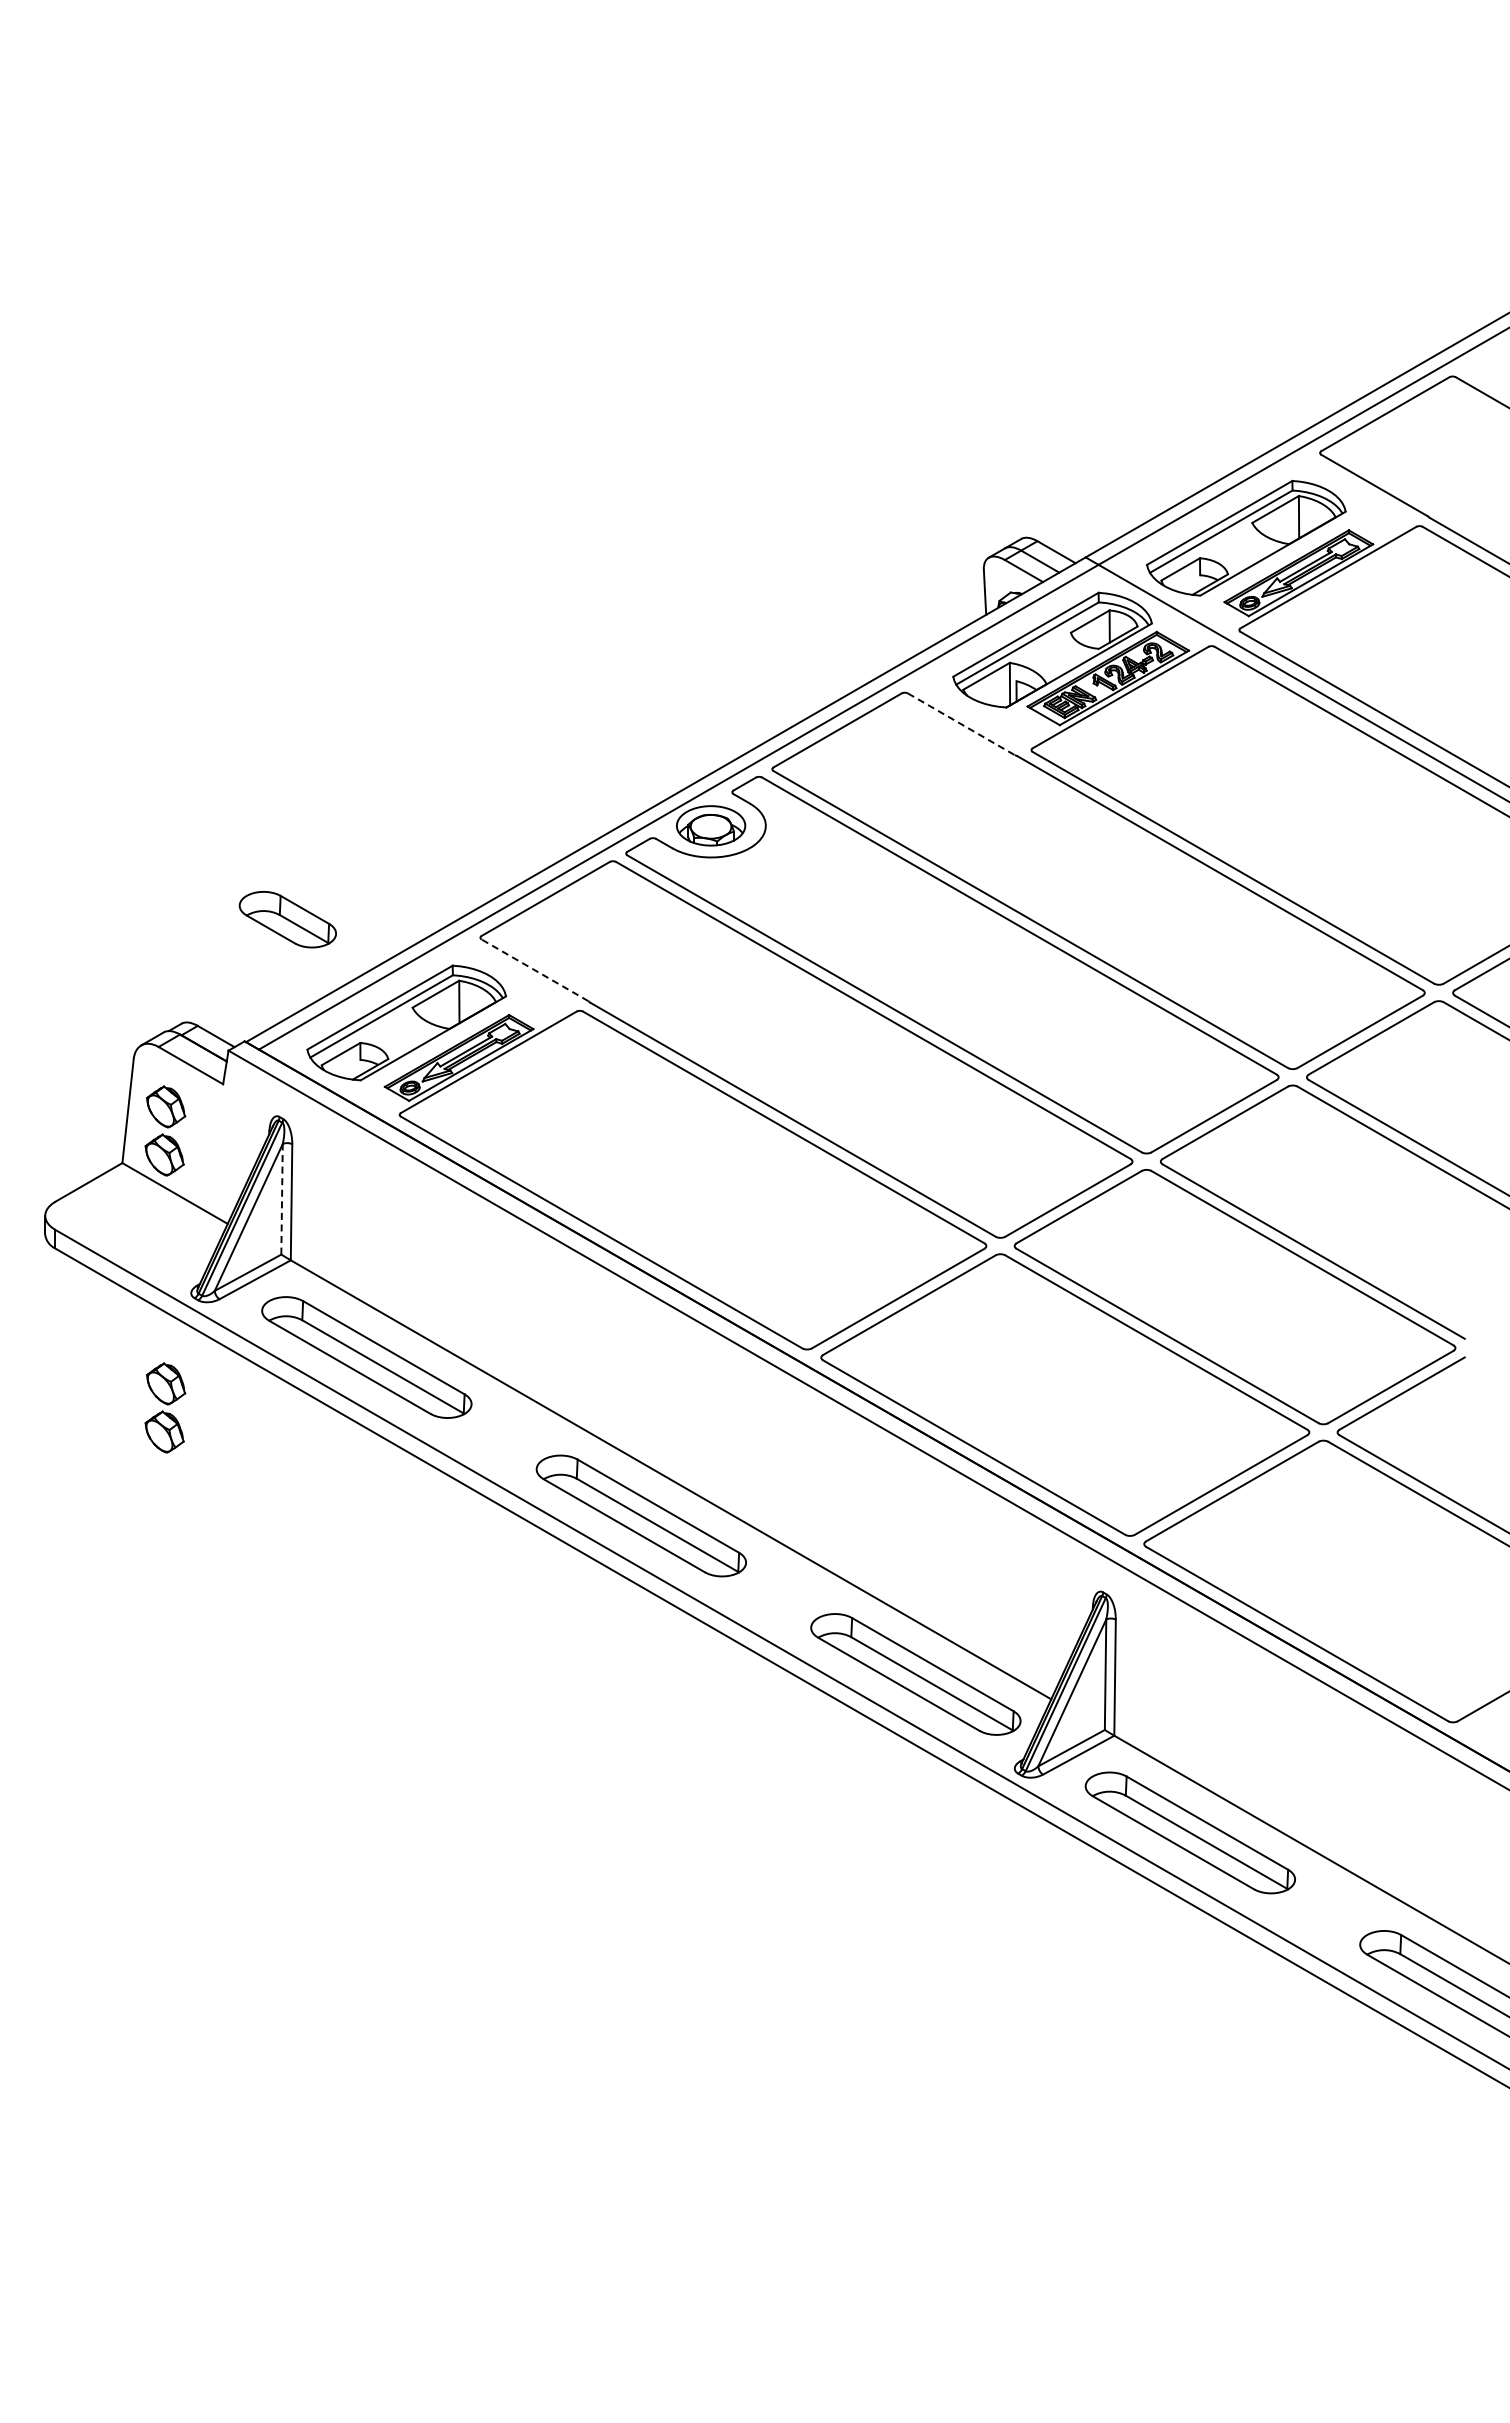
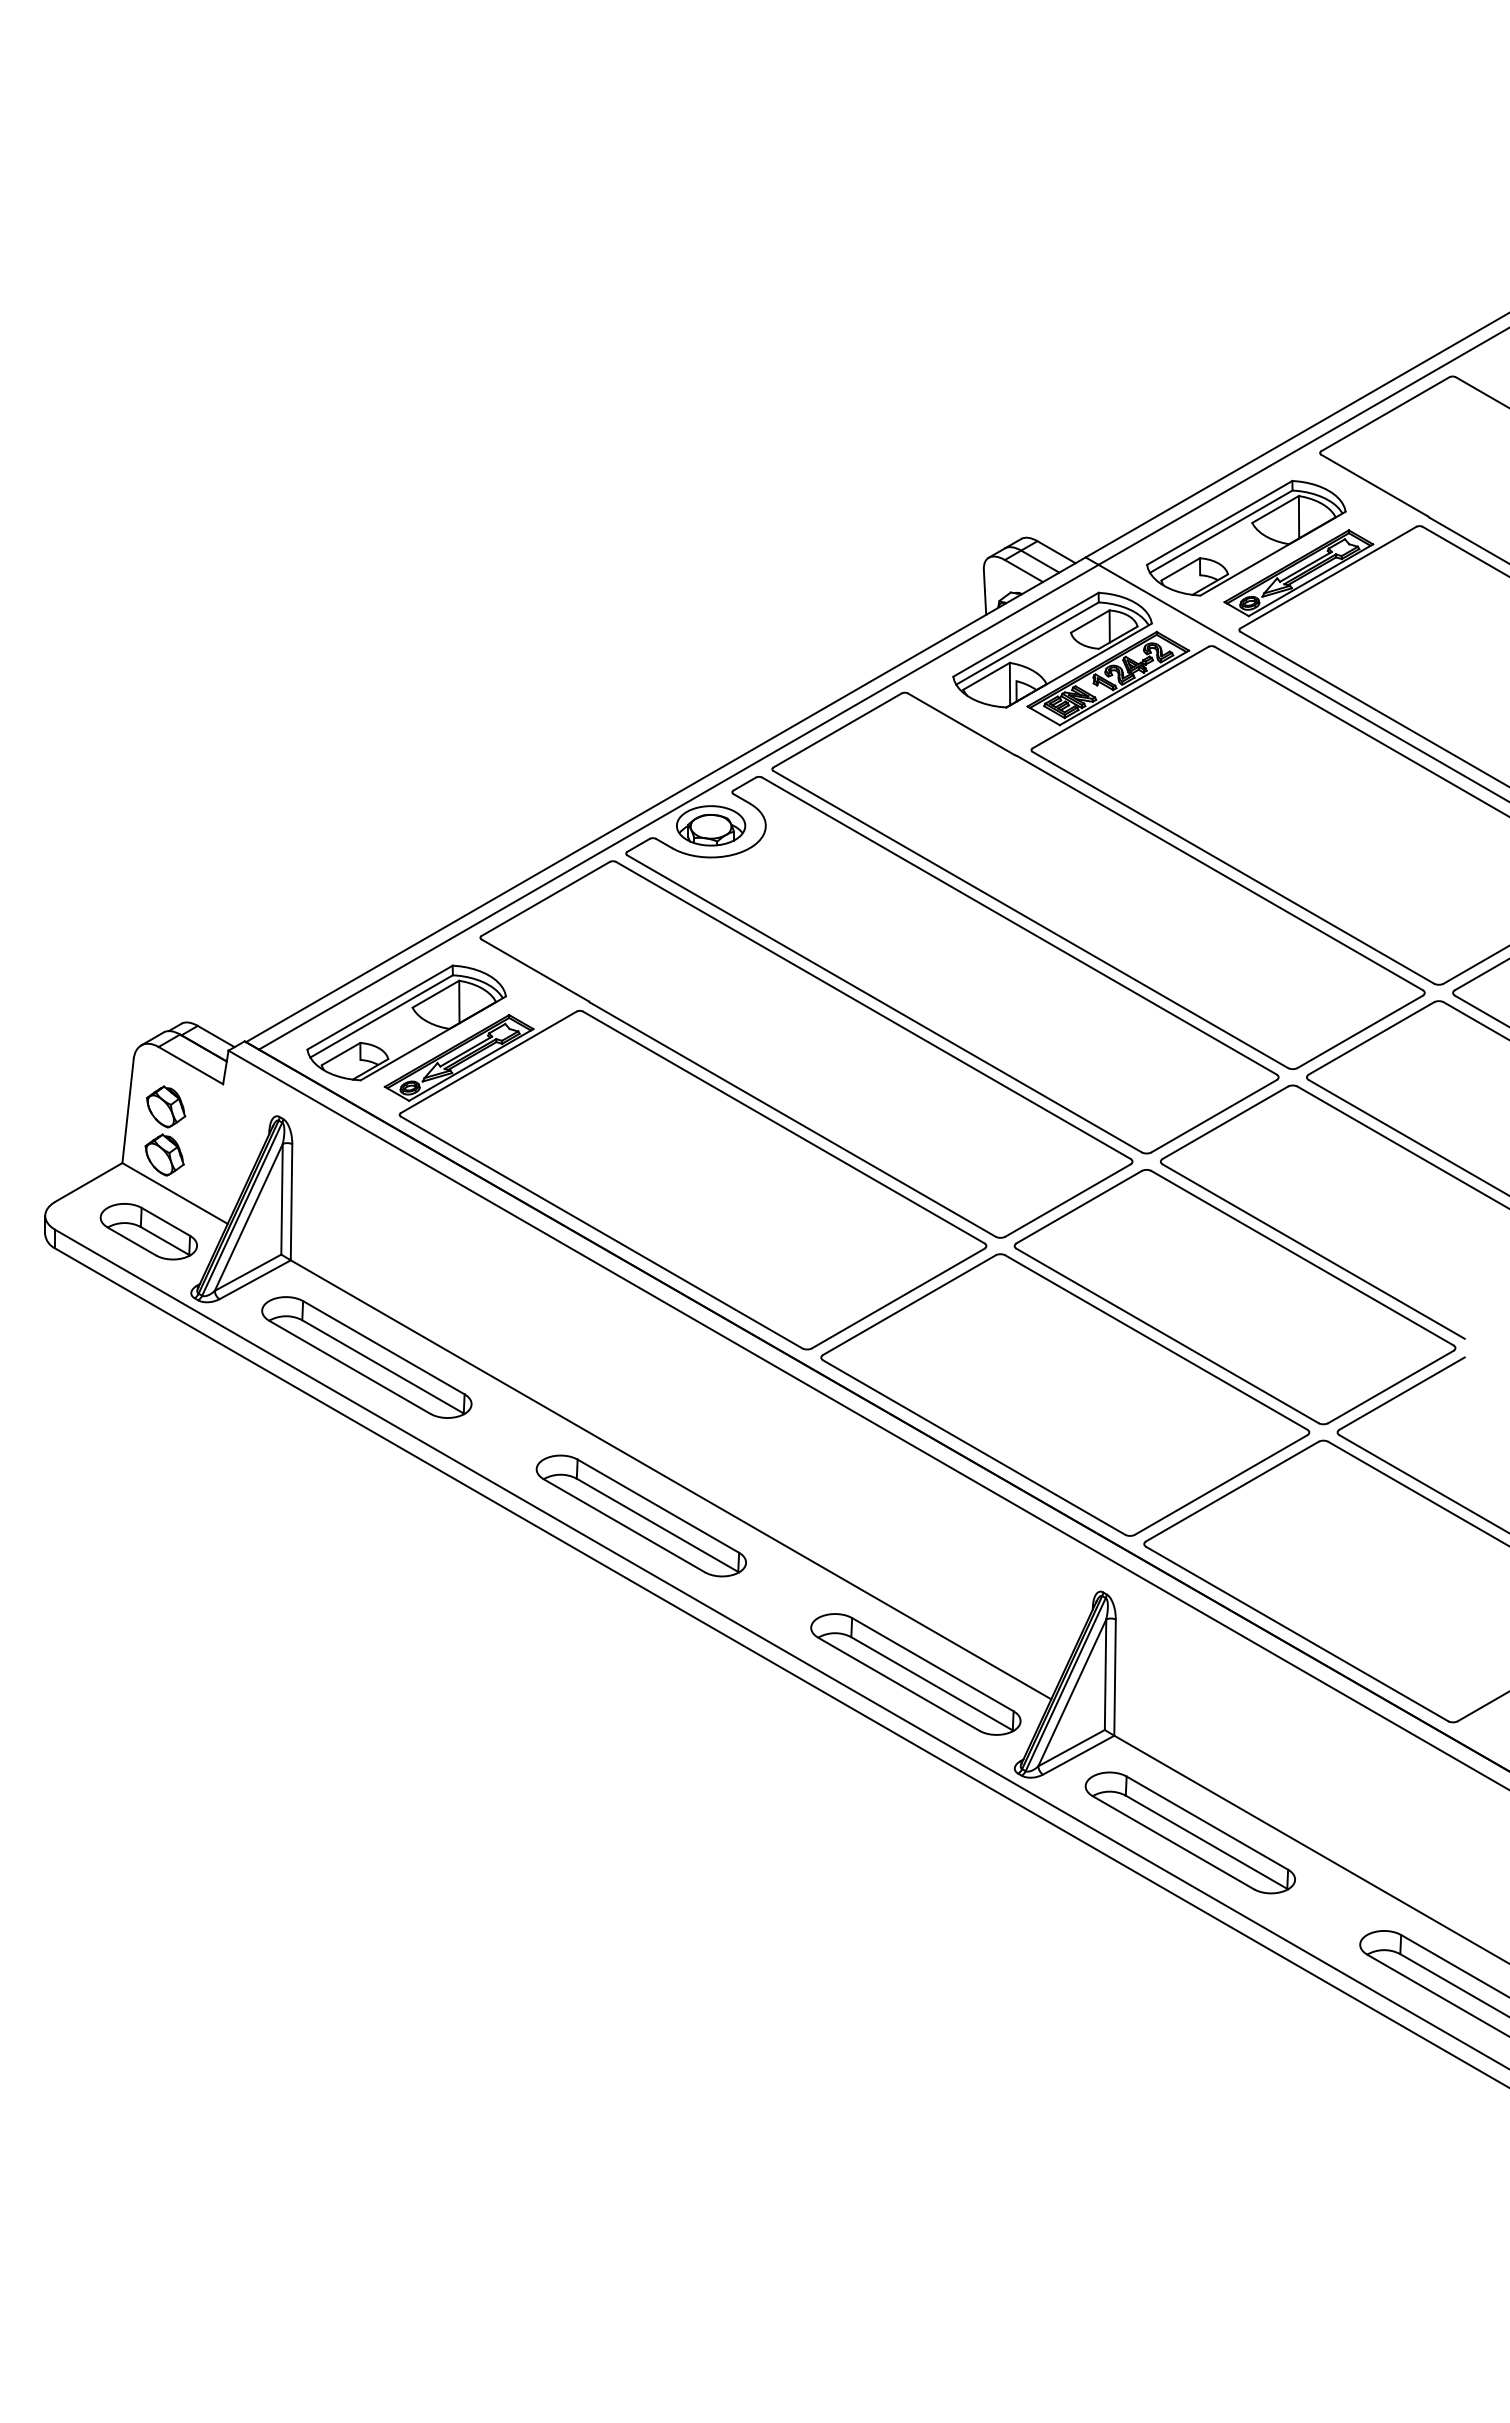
line at (961, 724): dashed -> solid
part at (287, 919) position: (287, 919) -> (148, 1231)
line at (535, 970): dashed -> solid
line at (282, 1198): dashed -> solid
part at (165, 1407): present -> none
